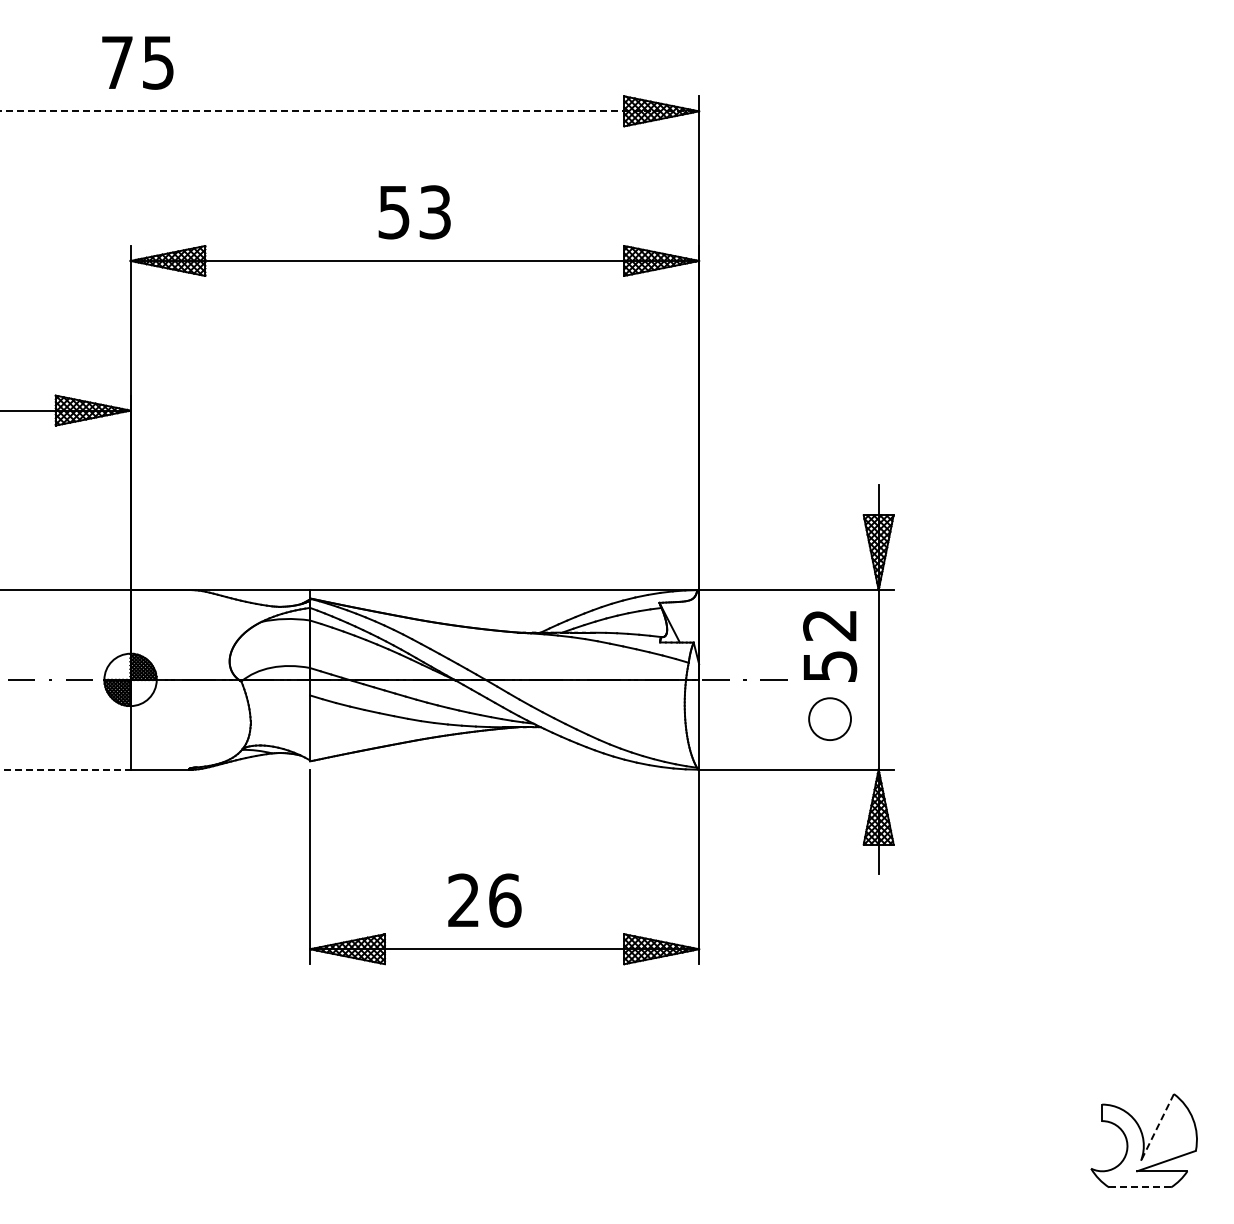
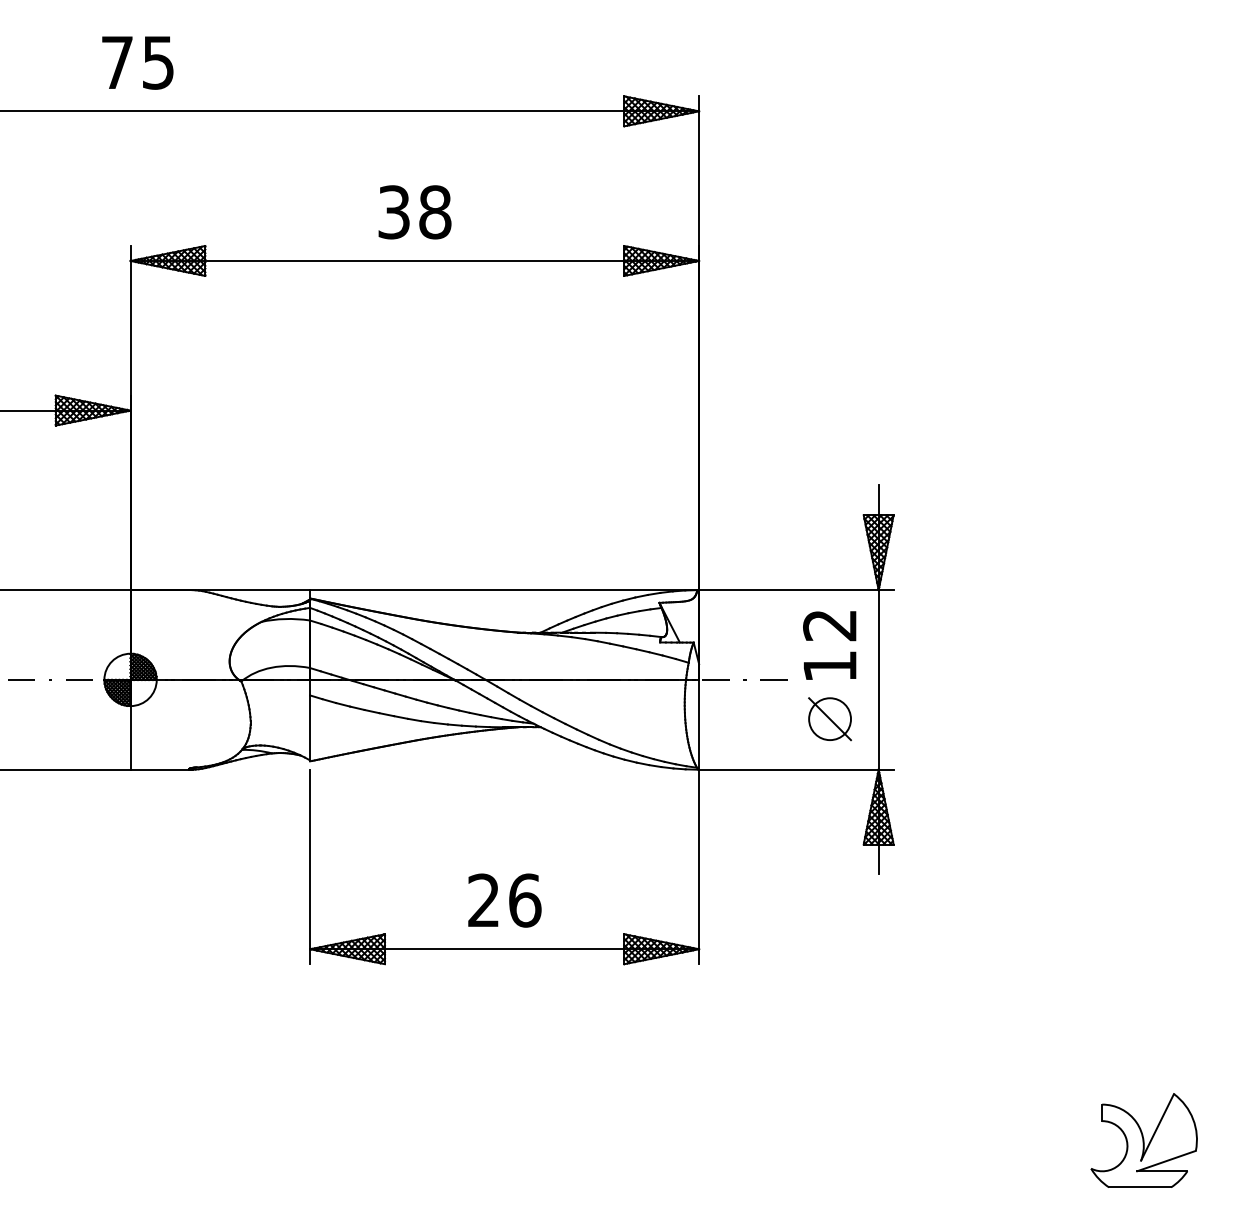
line at (350, 111): dashed -> solid
text at (415, 212): 53 -> 38
text at (830, 666): 52 -> 12
line at (830, 719): none -> present
line at (65, 769): dashed -> solid
text at (484, 900) position: (484, 900) -> (504, 900)
line at (1157, 1127): dashed -> solid
line at (1140, 1187): dashed -> solid
